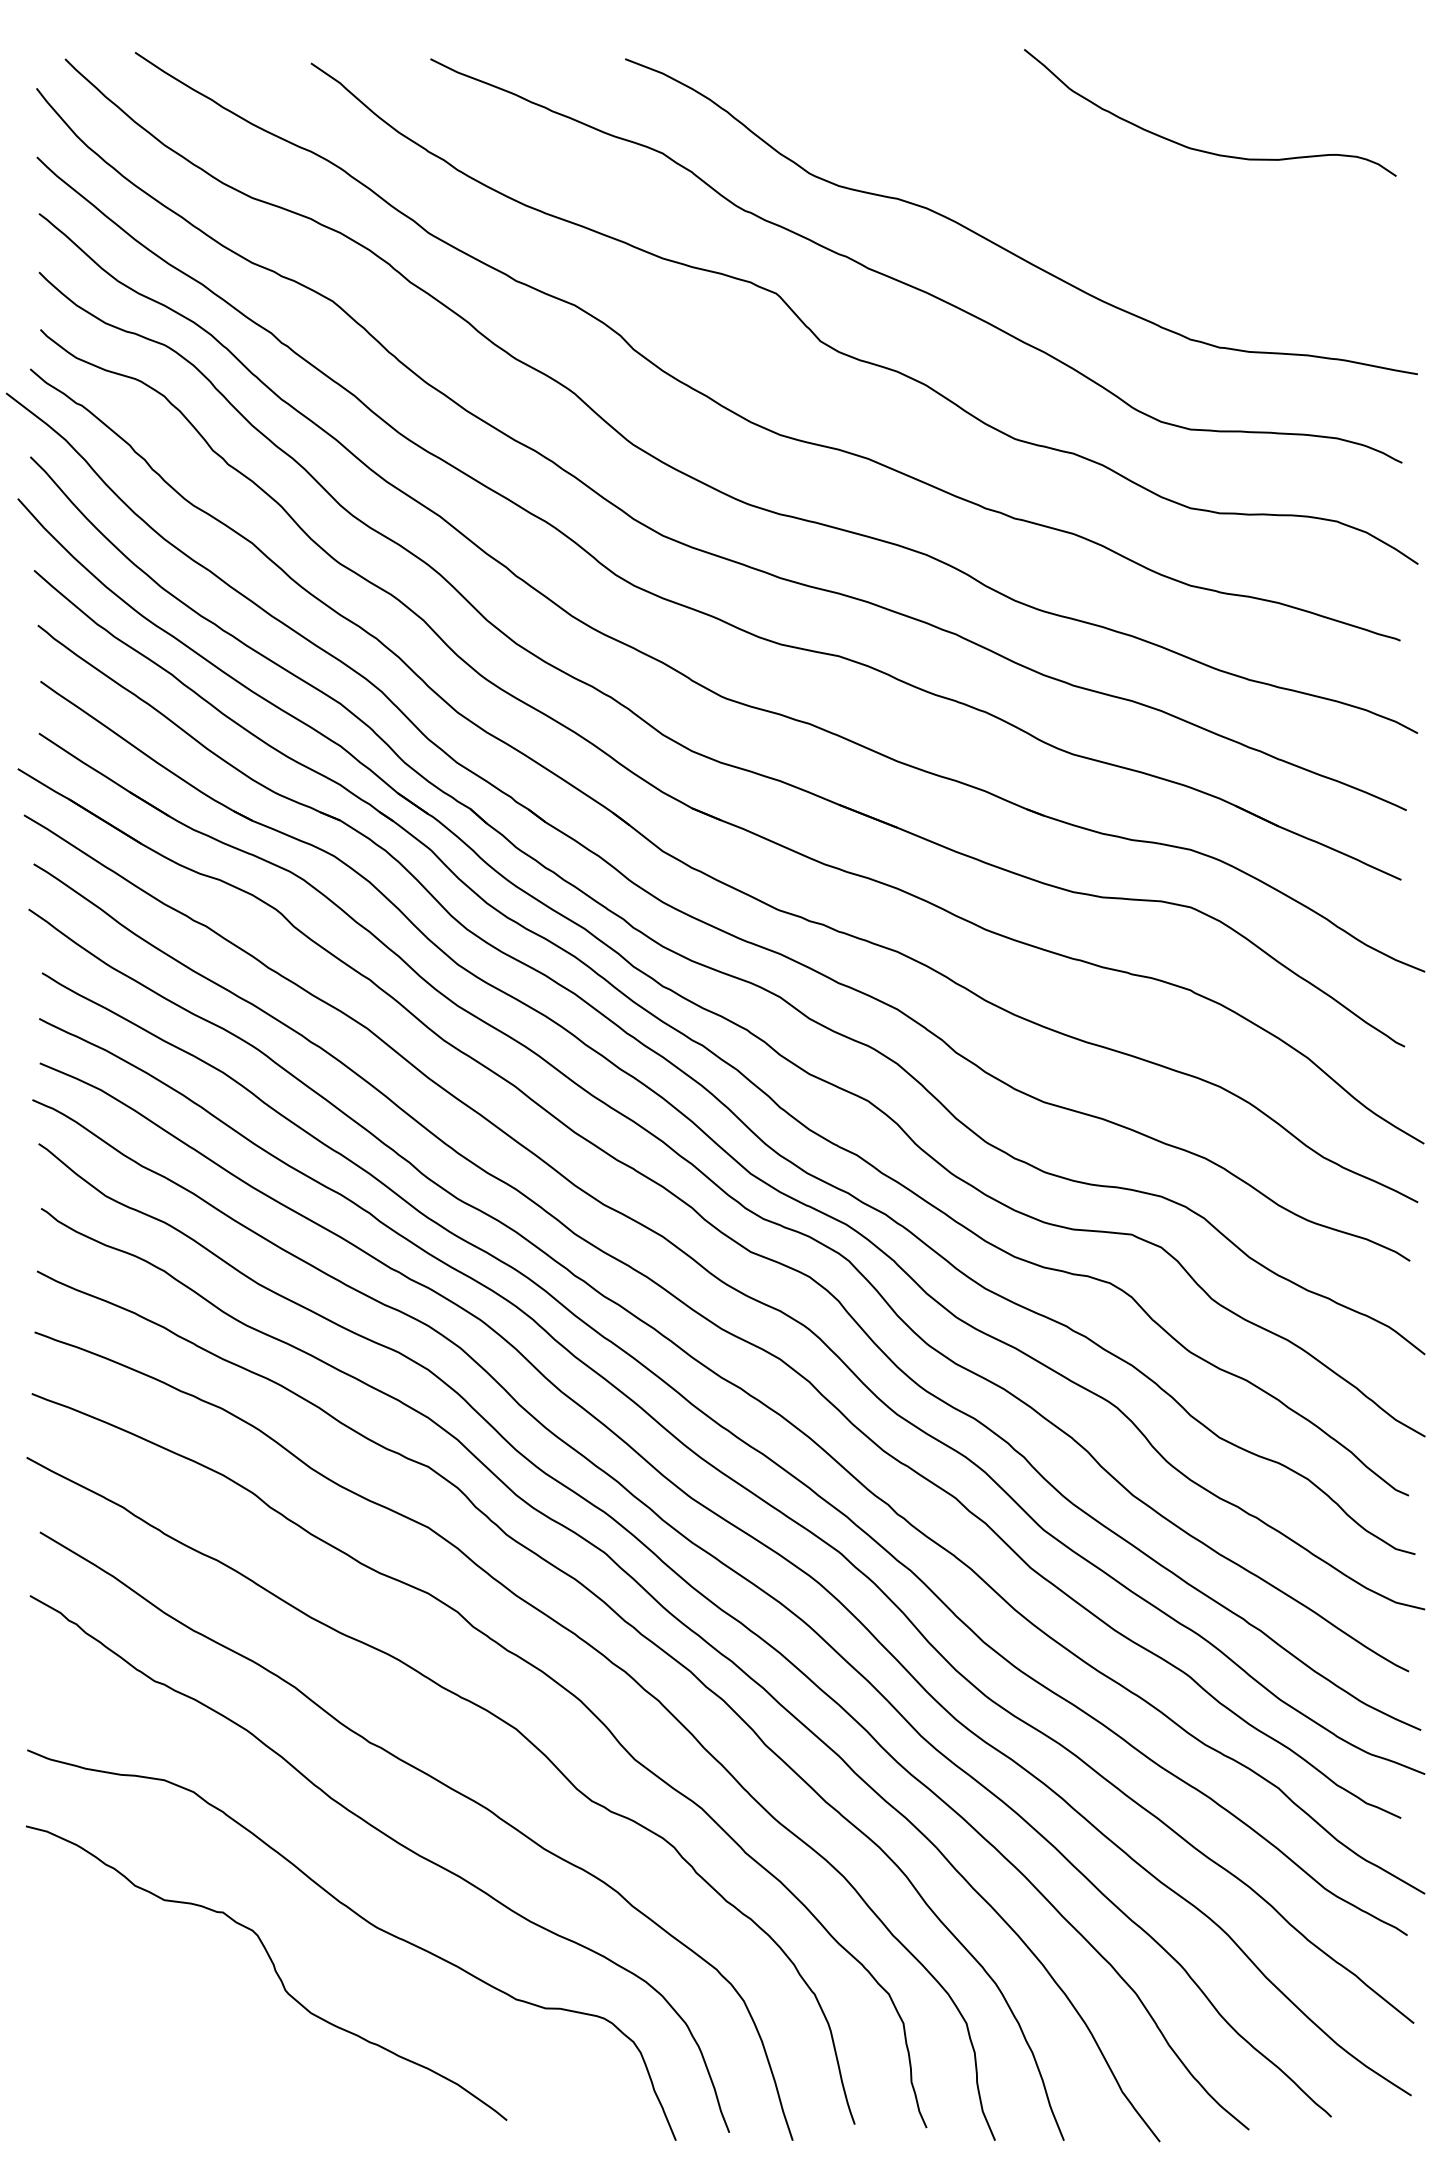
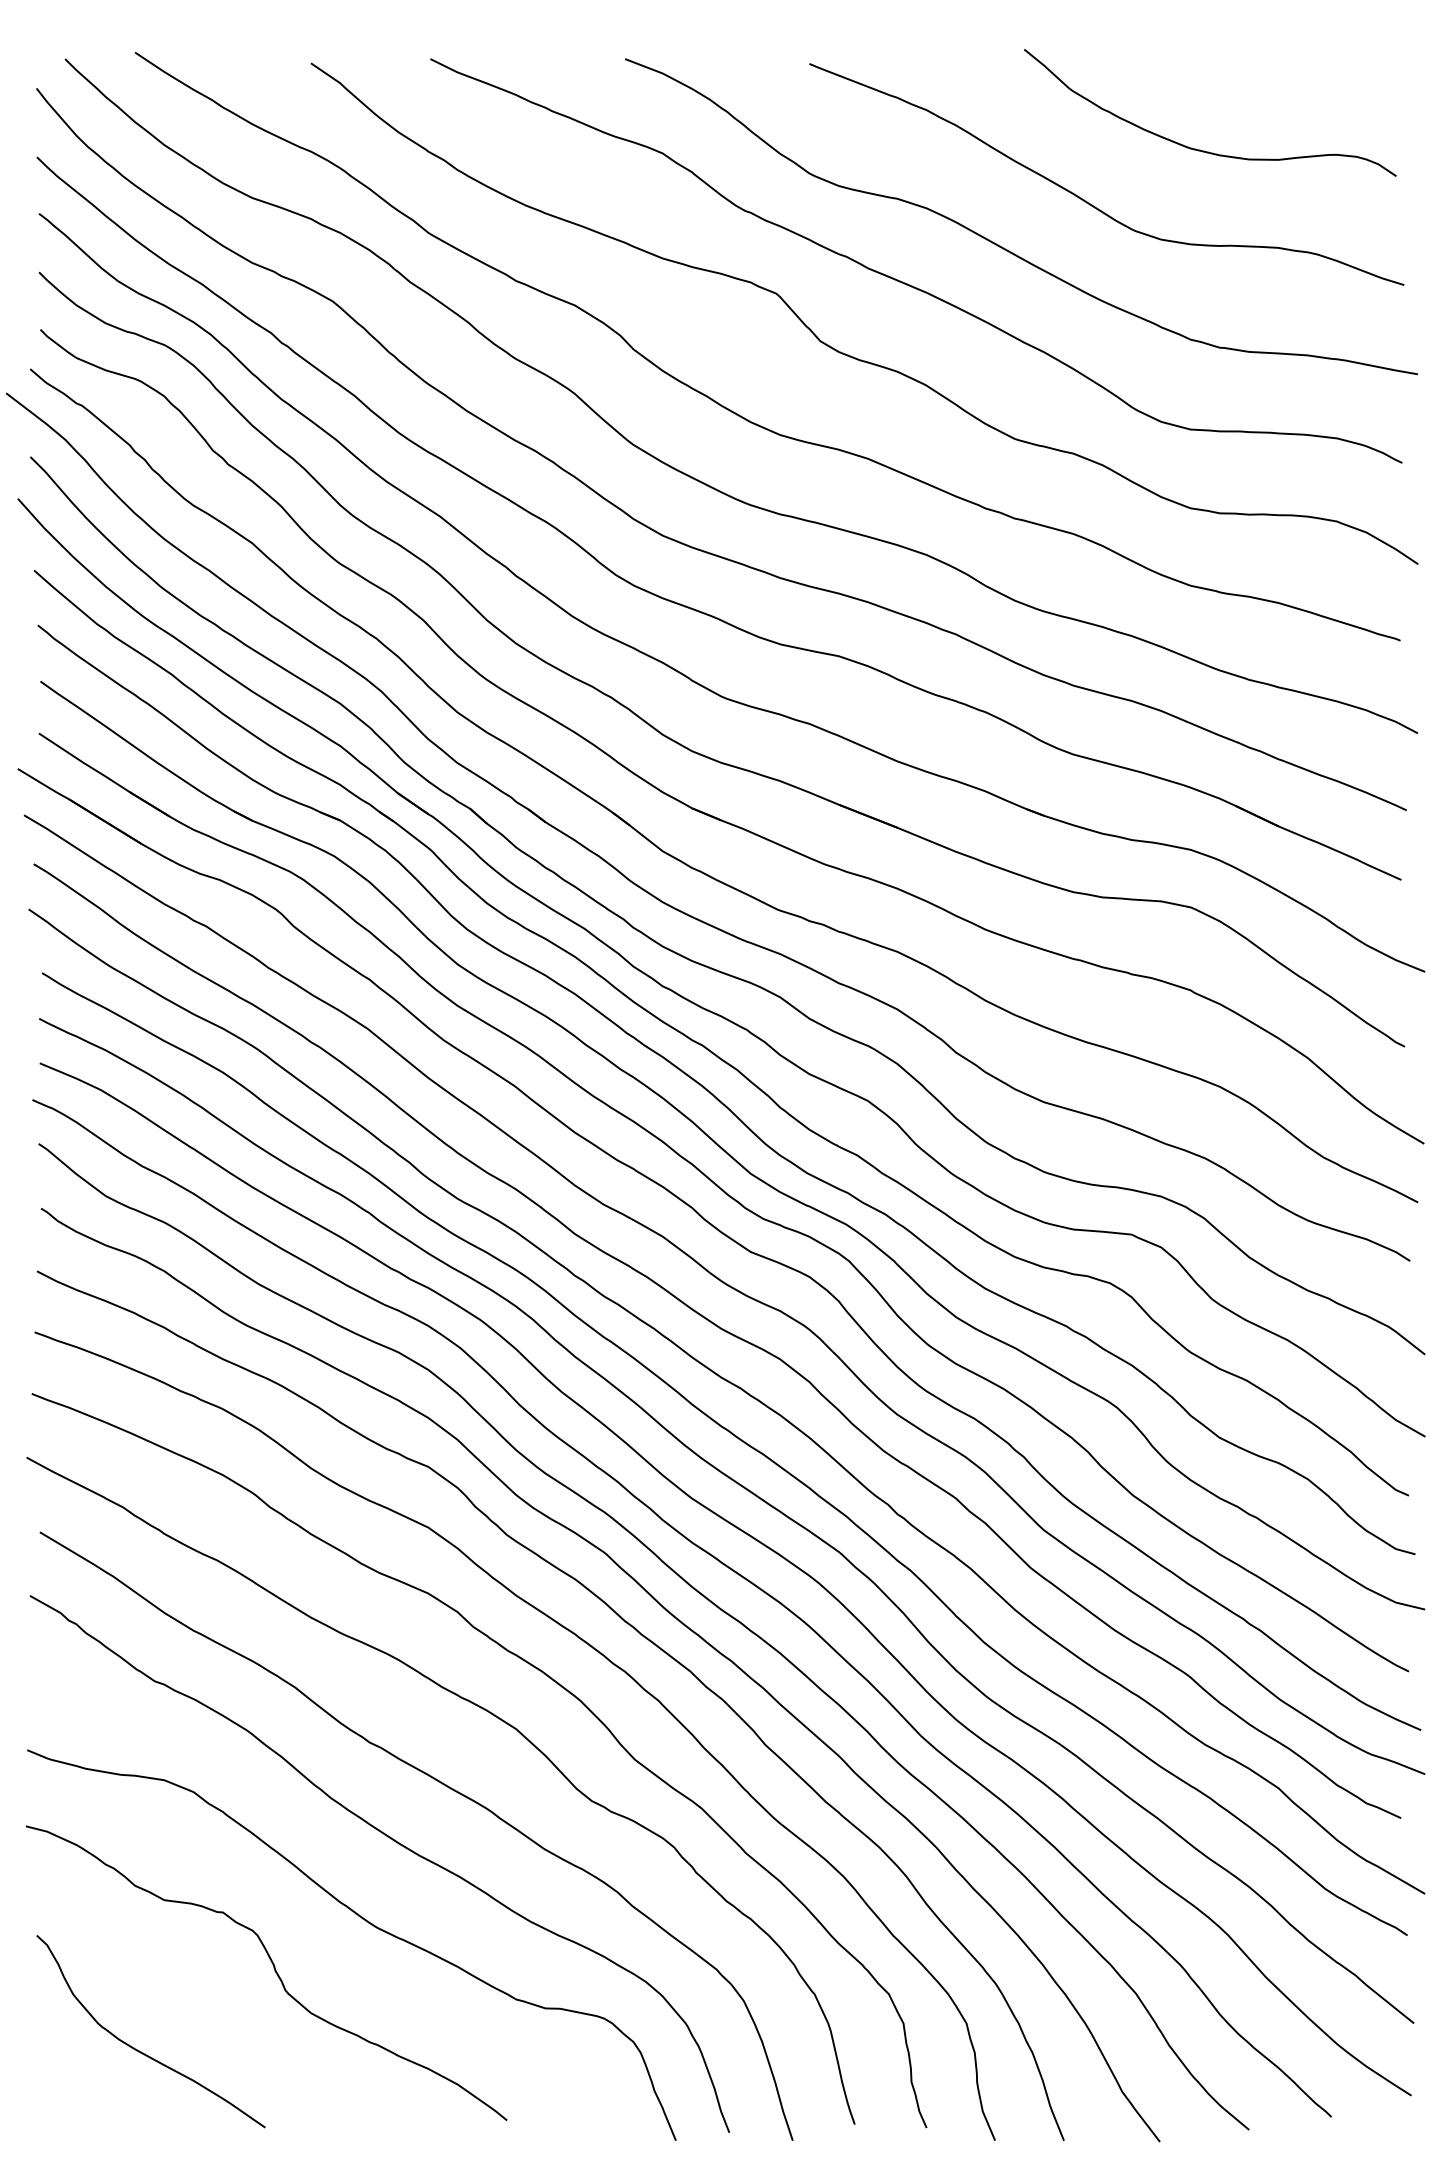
curve at (1089, 202): none -> present
curve at (141, 2051): none -> present
